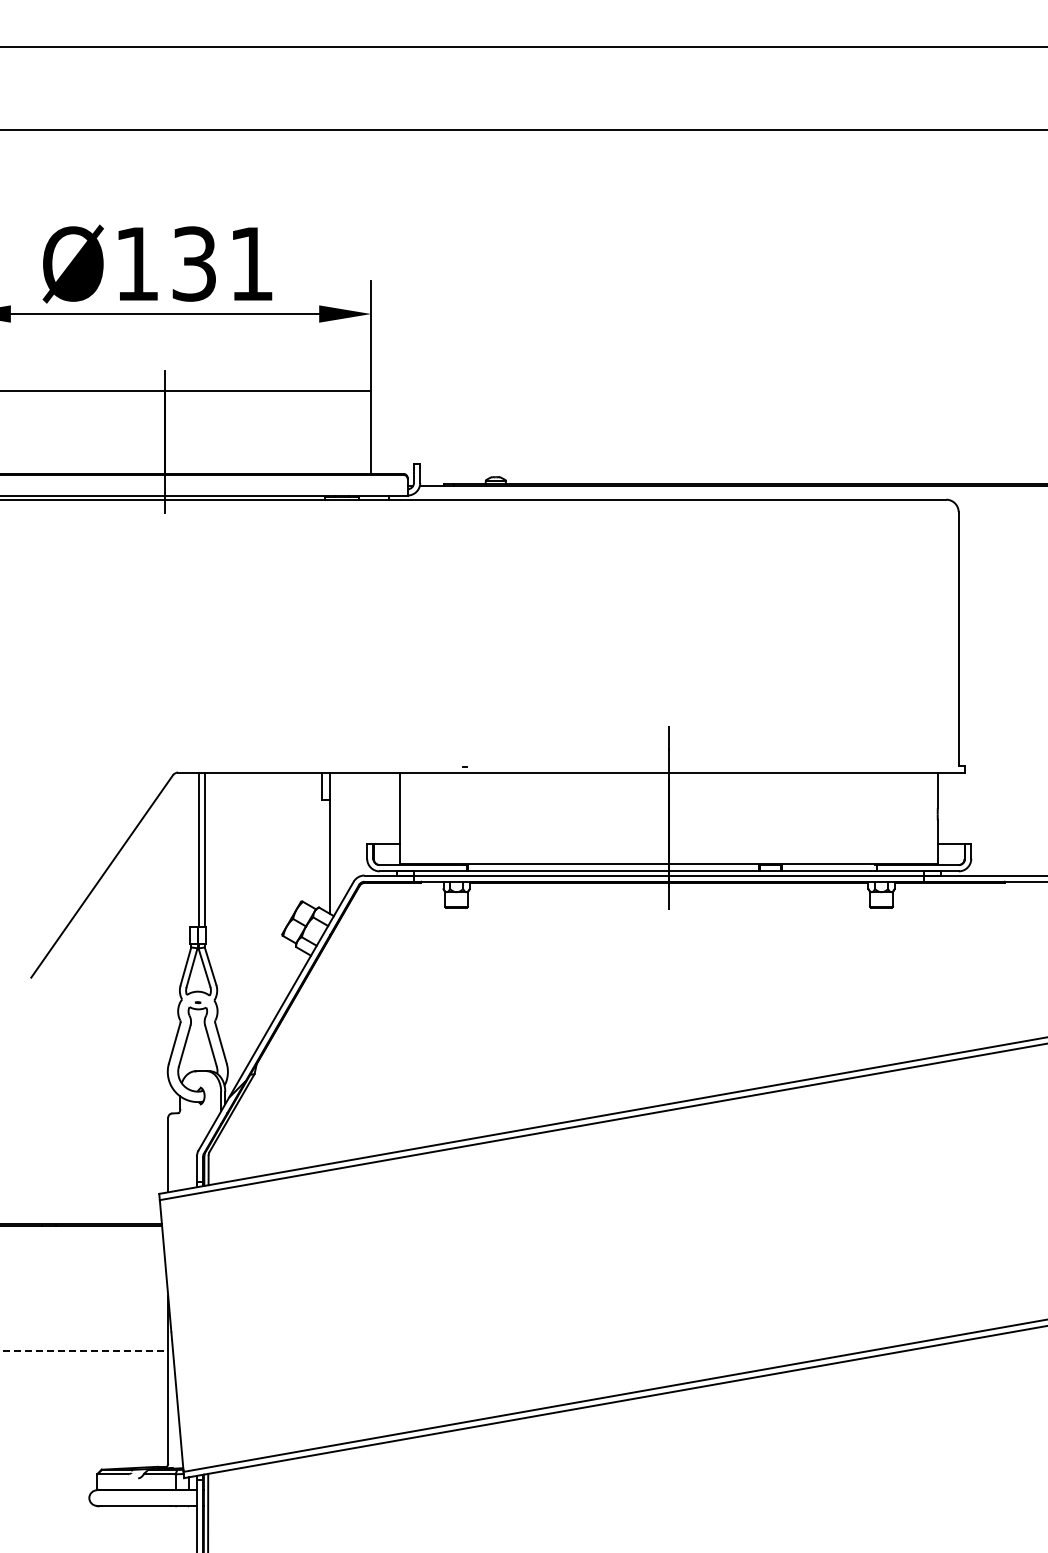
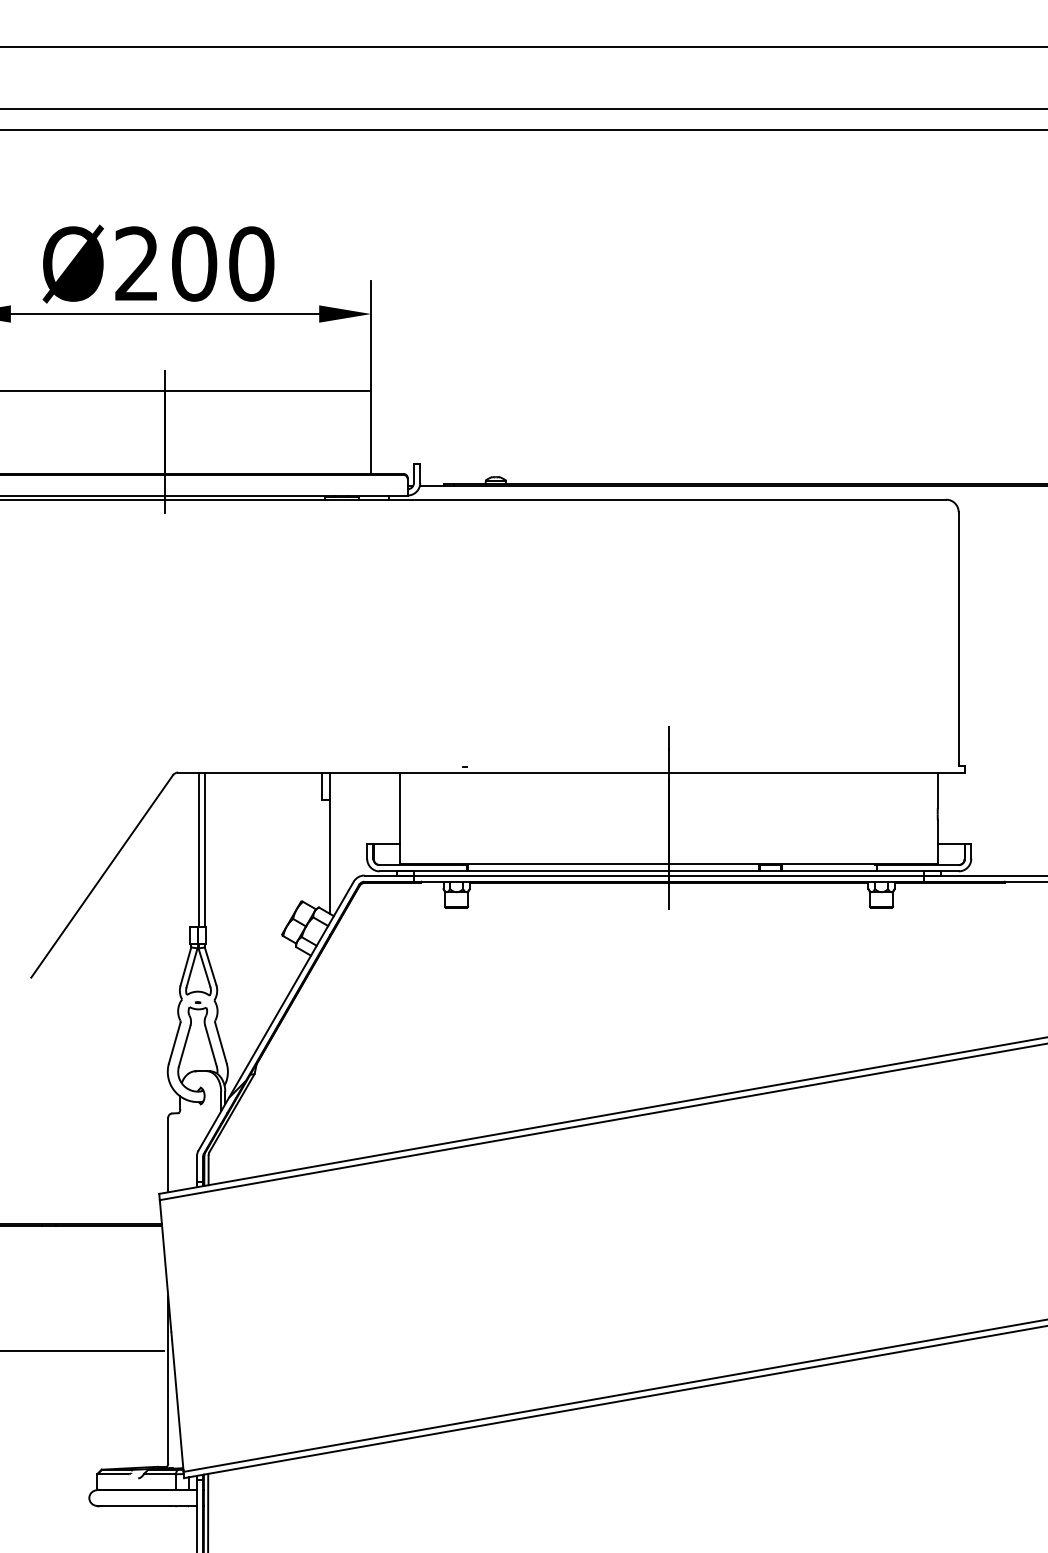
line at (523, 109): none -> present
text at (194, 263): Ø131 -> Ø200
line at (82, 1350): dashed -> solid
